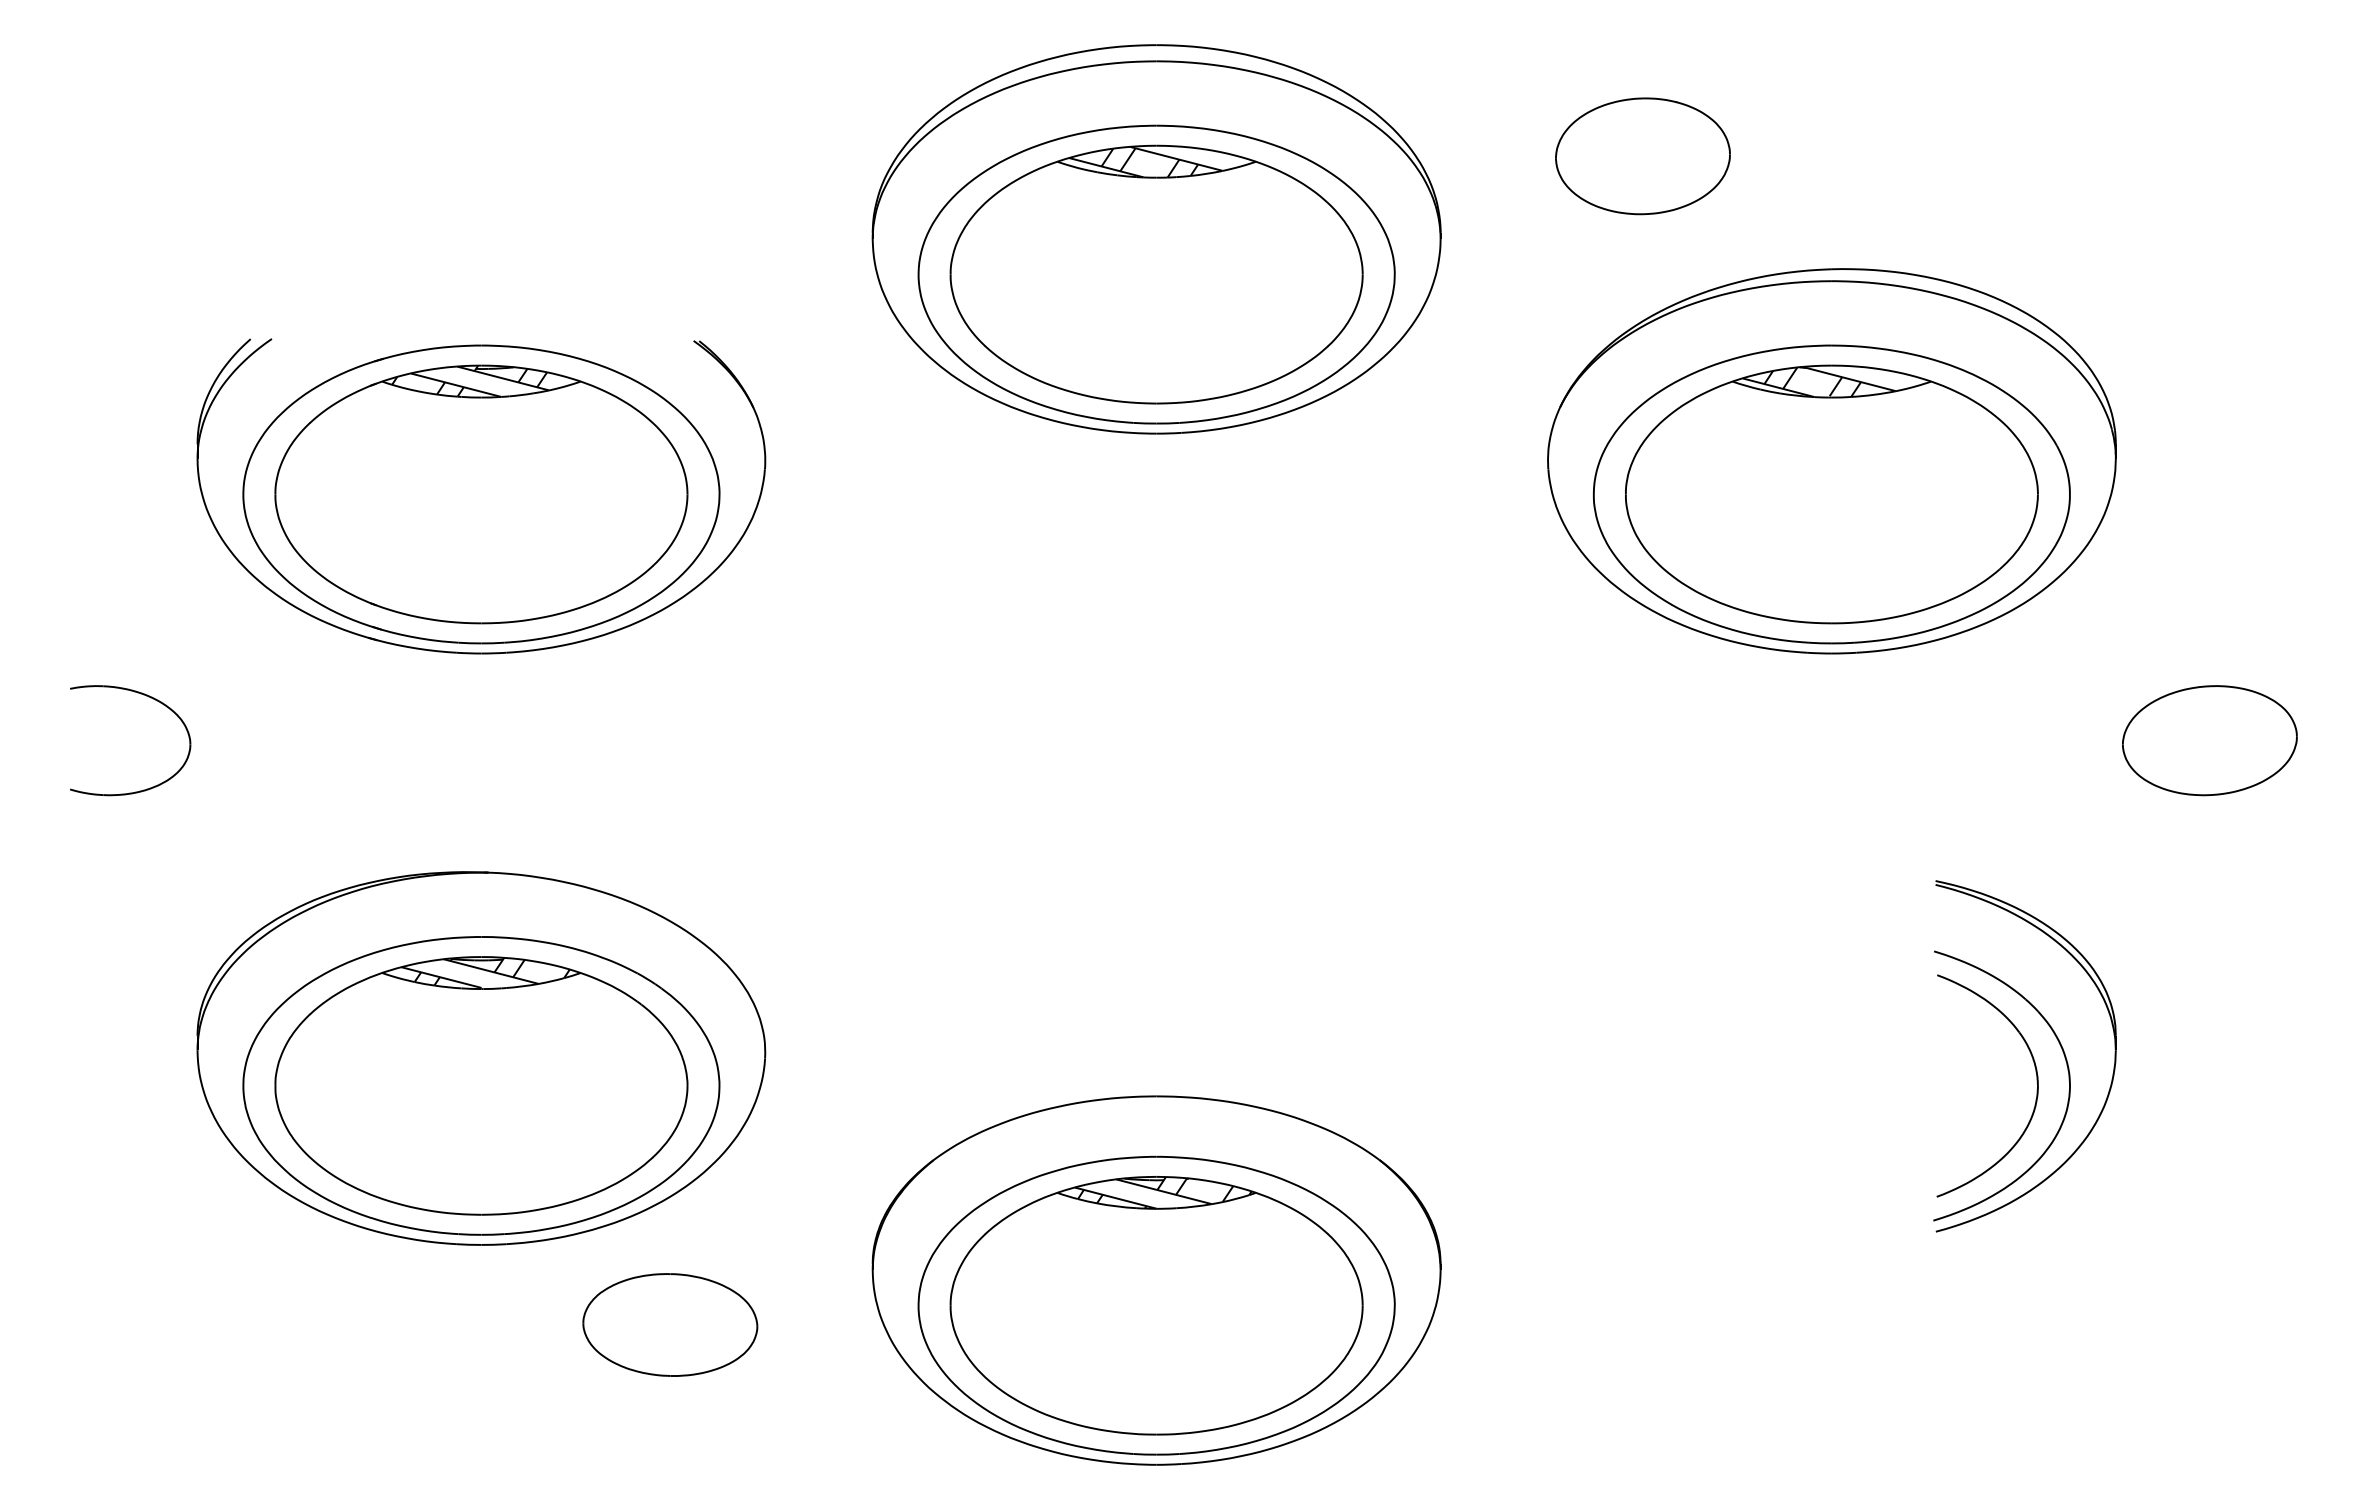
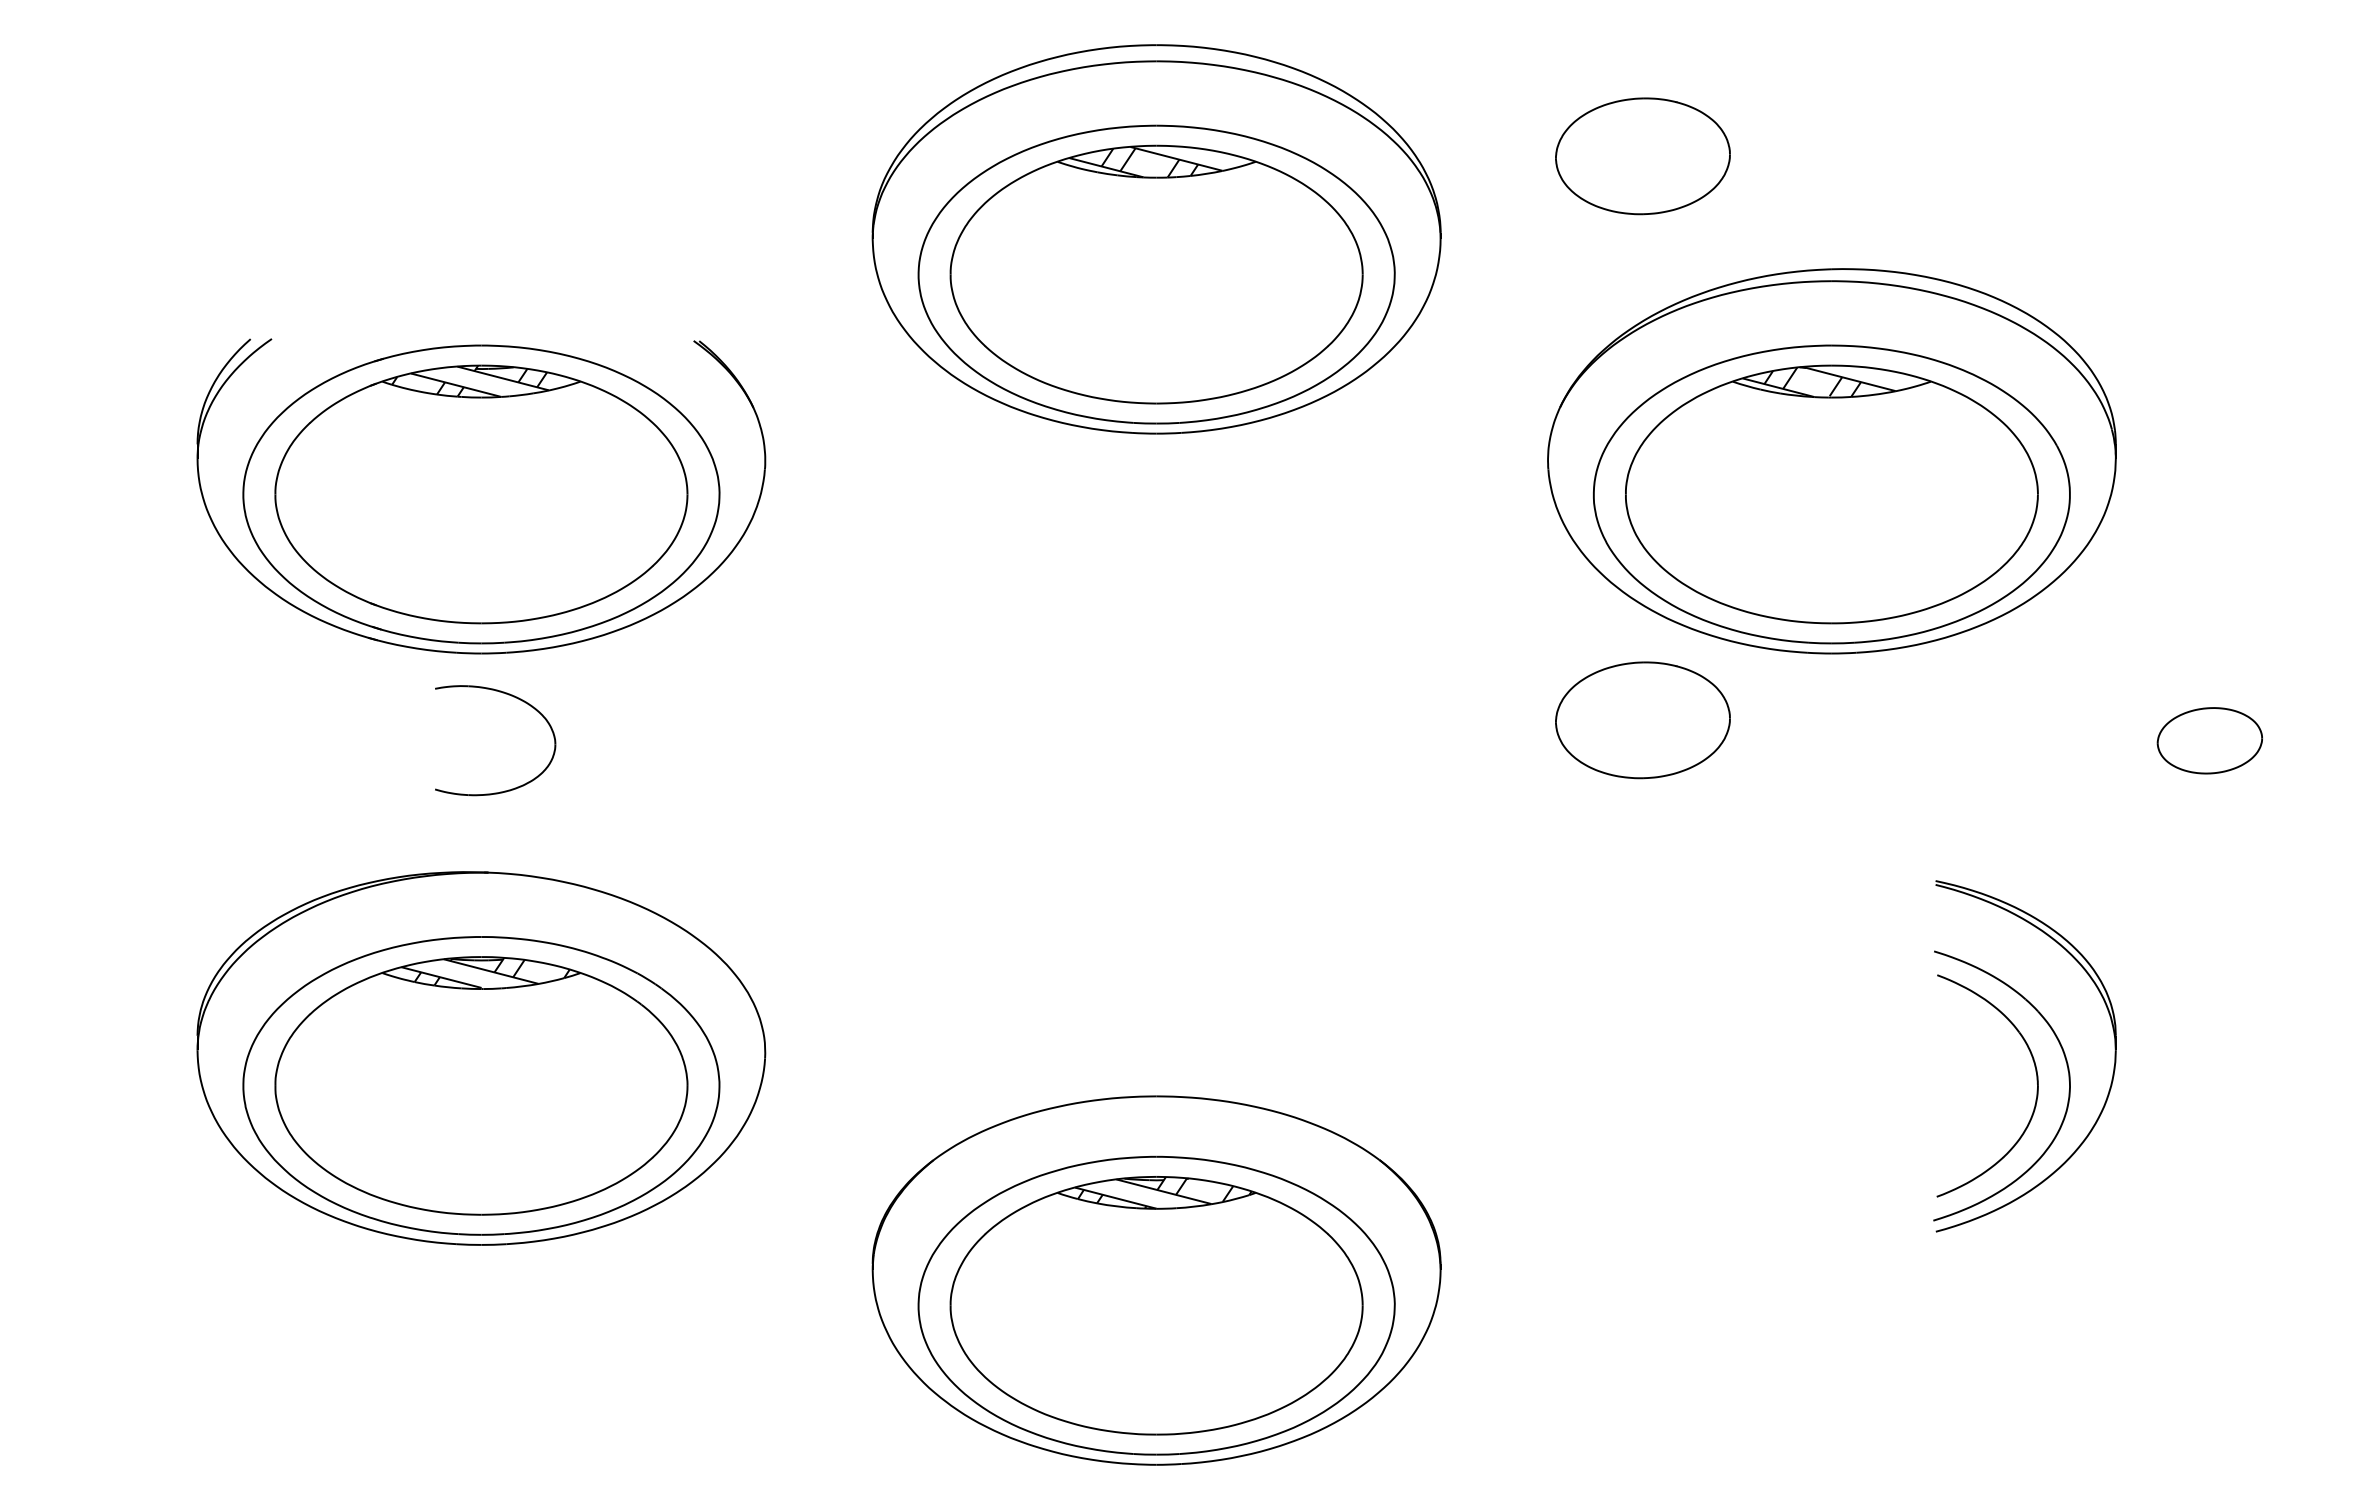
part at (148, 697) position: (148, 697) -> (513, 697)
part at (1642, 720): none -> present
part at (2209, 740) size: 176x112 px -> 107x68 px
part at (670, 1324): present -> none
